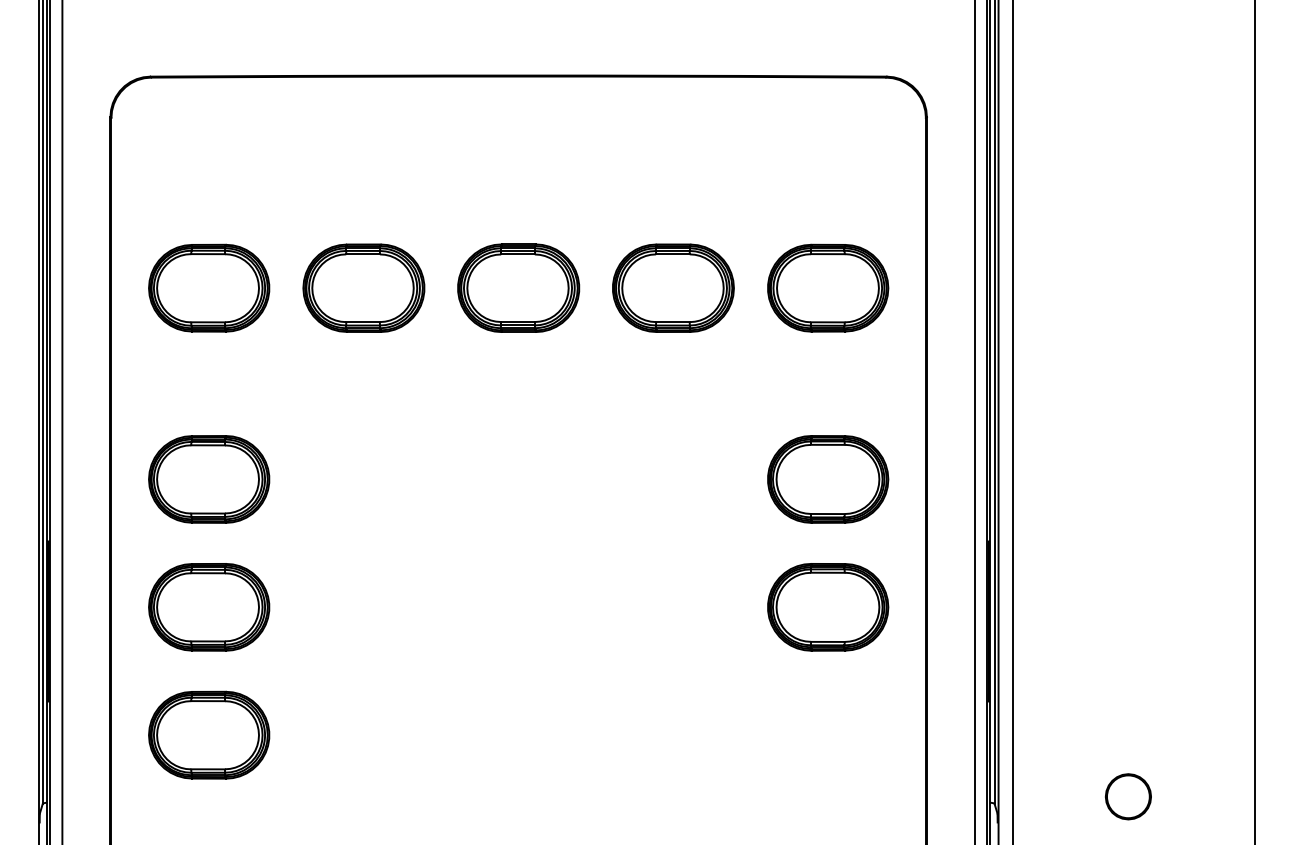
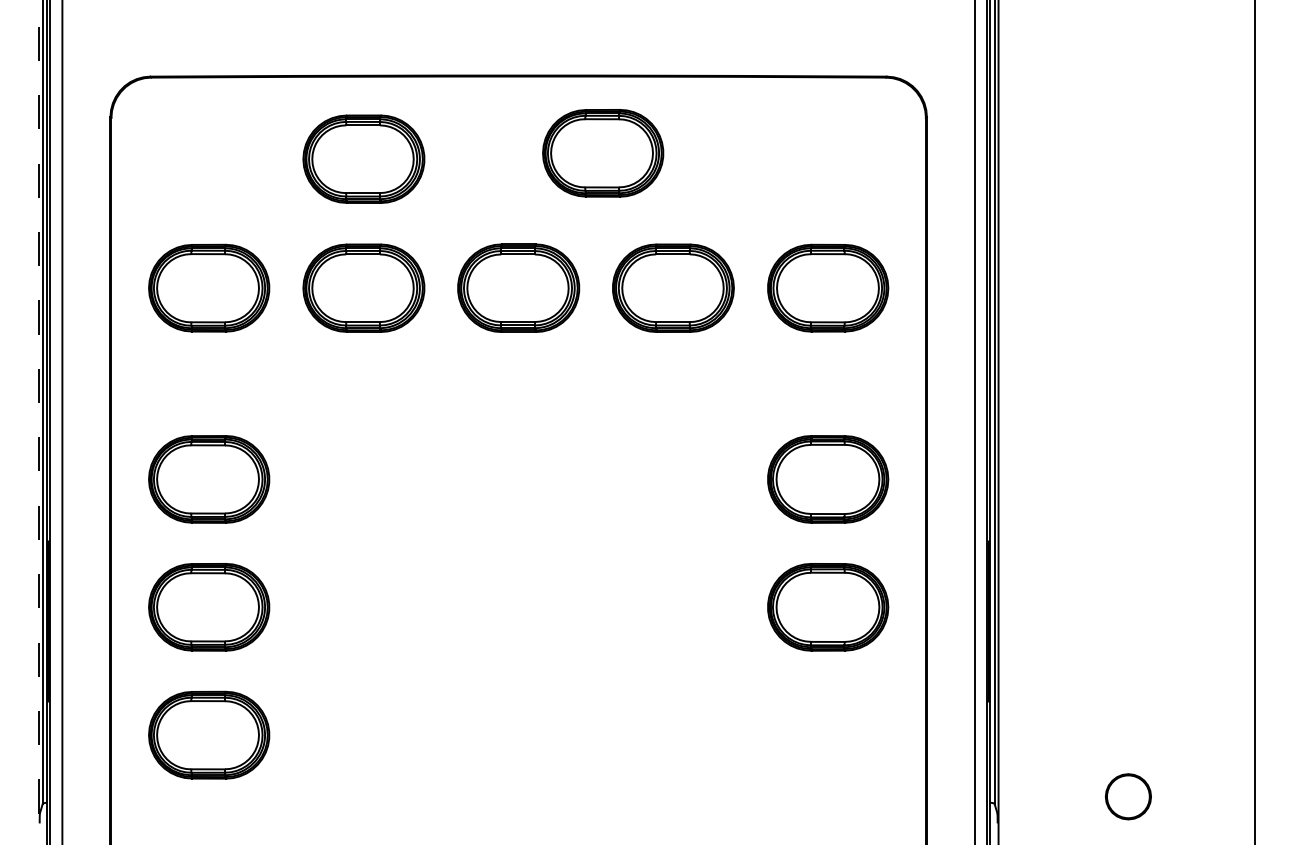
part at (603, 153): none -> present
part at (363, 158): none -> present
line at (1013, 421): present -> none
line at (38, 423): solid -> dashed
